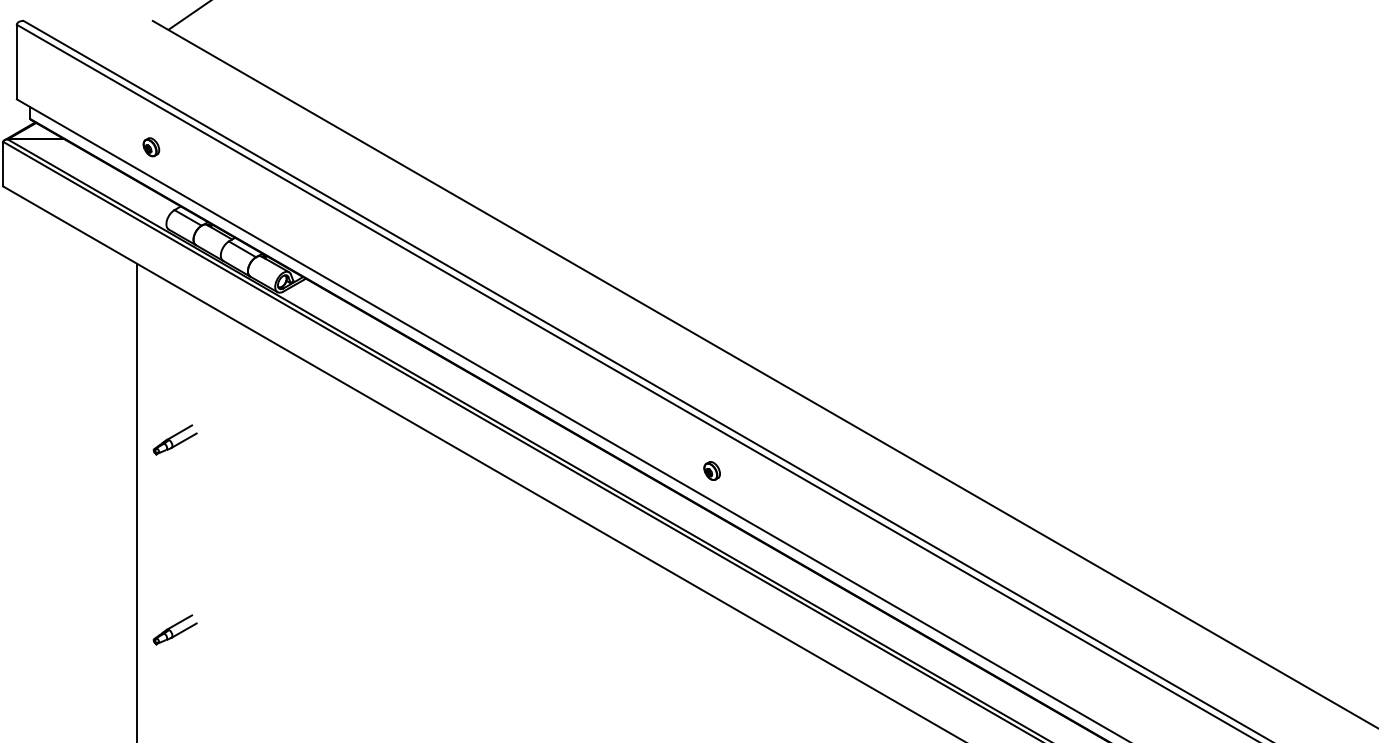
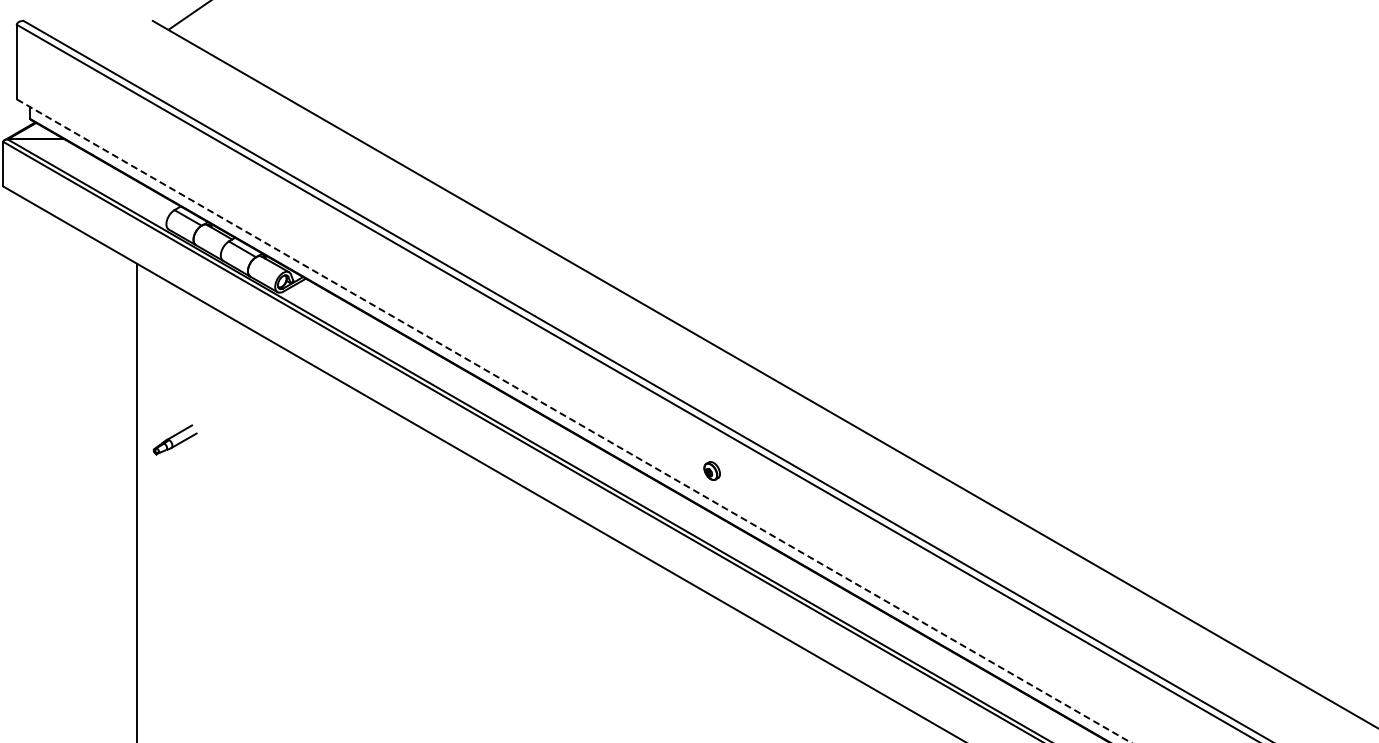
part at (151, 147): present -> none
line at (574, 421): solid -> dashed
part at (174, 629): present -> none
